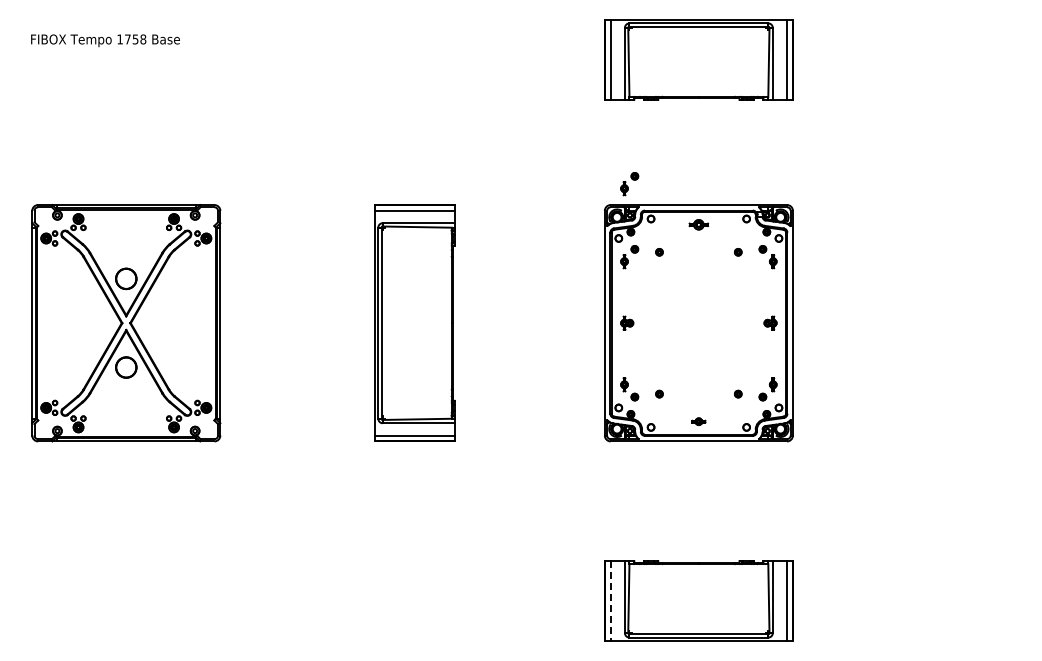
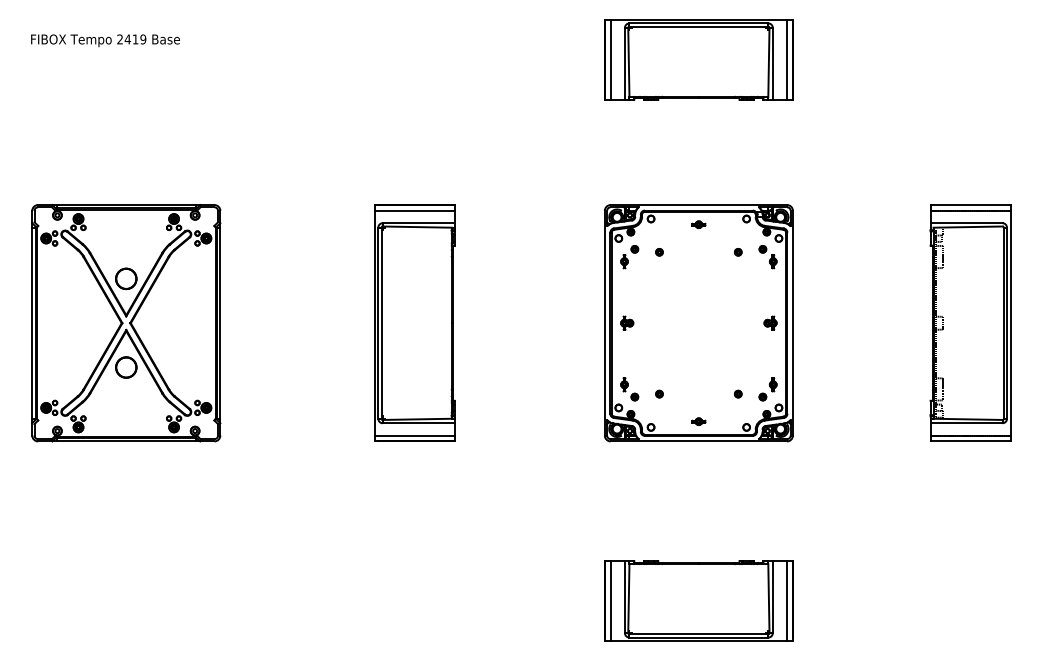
text at (131, 39): 1758 -> 2419
part at (629, 184): present -> none
part at (698, 224) size: 22x12 px -> 16x9 px
part at (970, 322): none -> present
line at (610, 601): dashed -> solid
